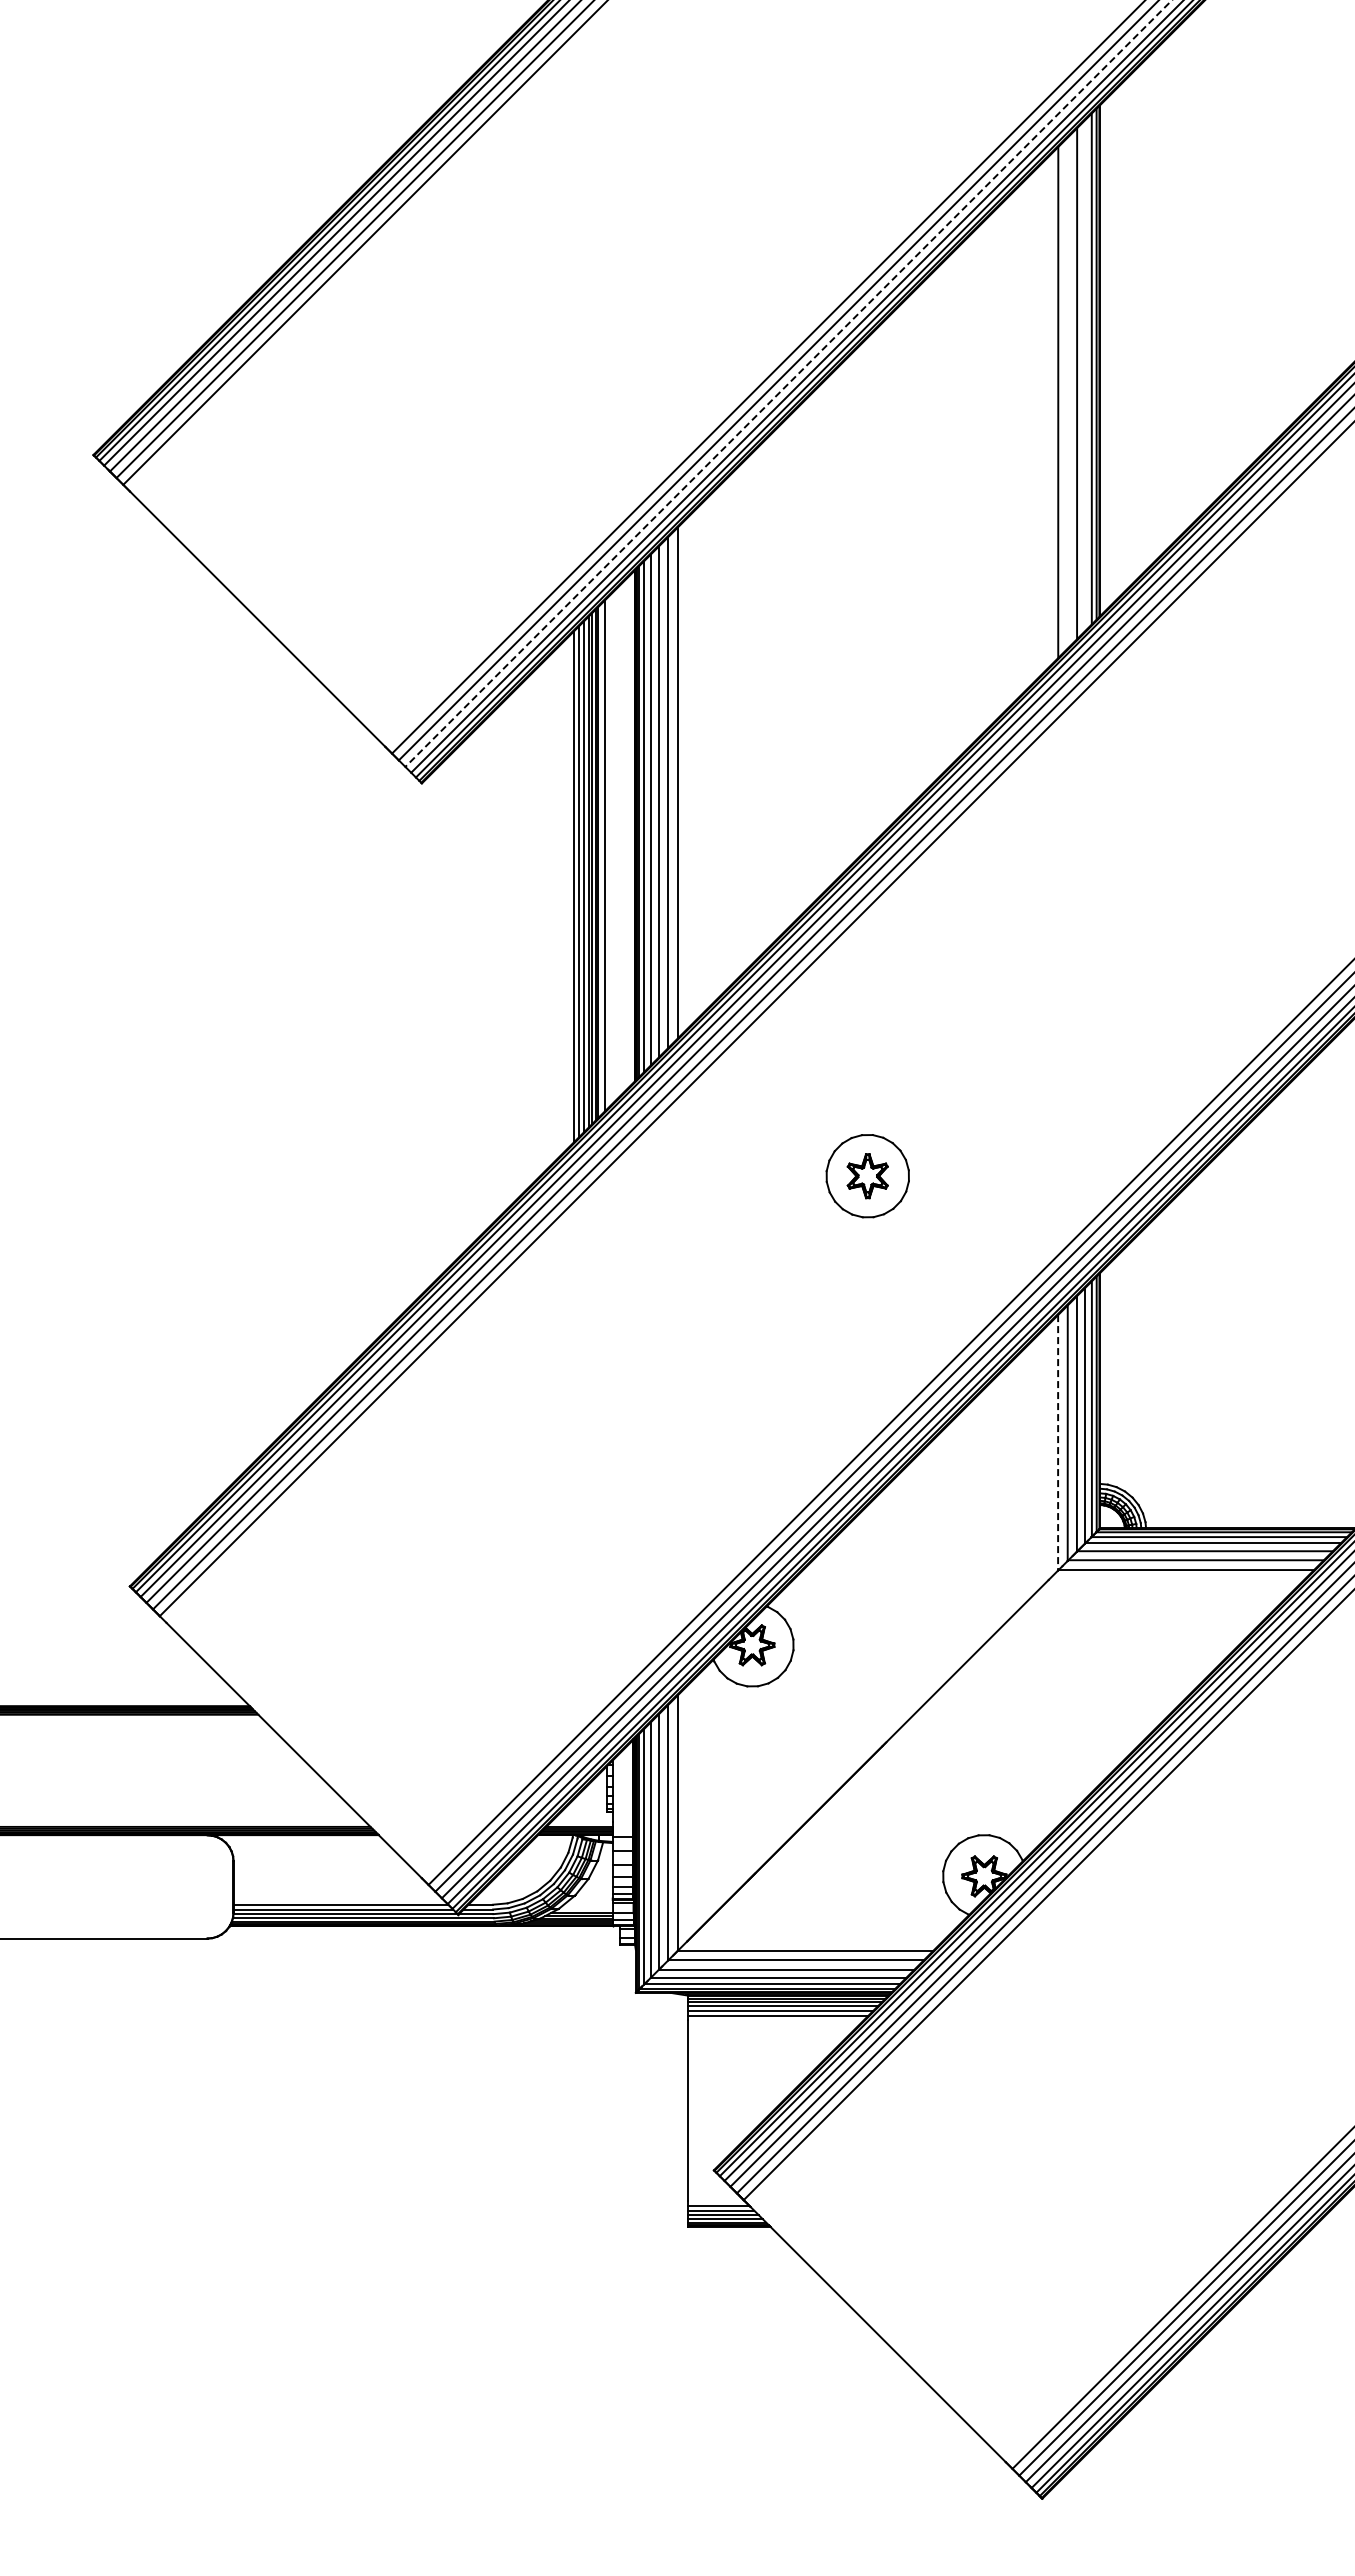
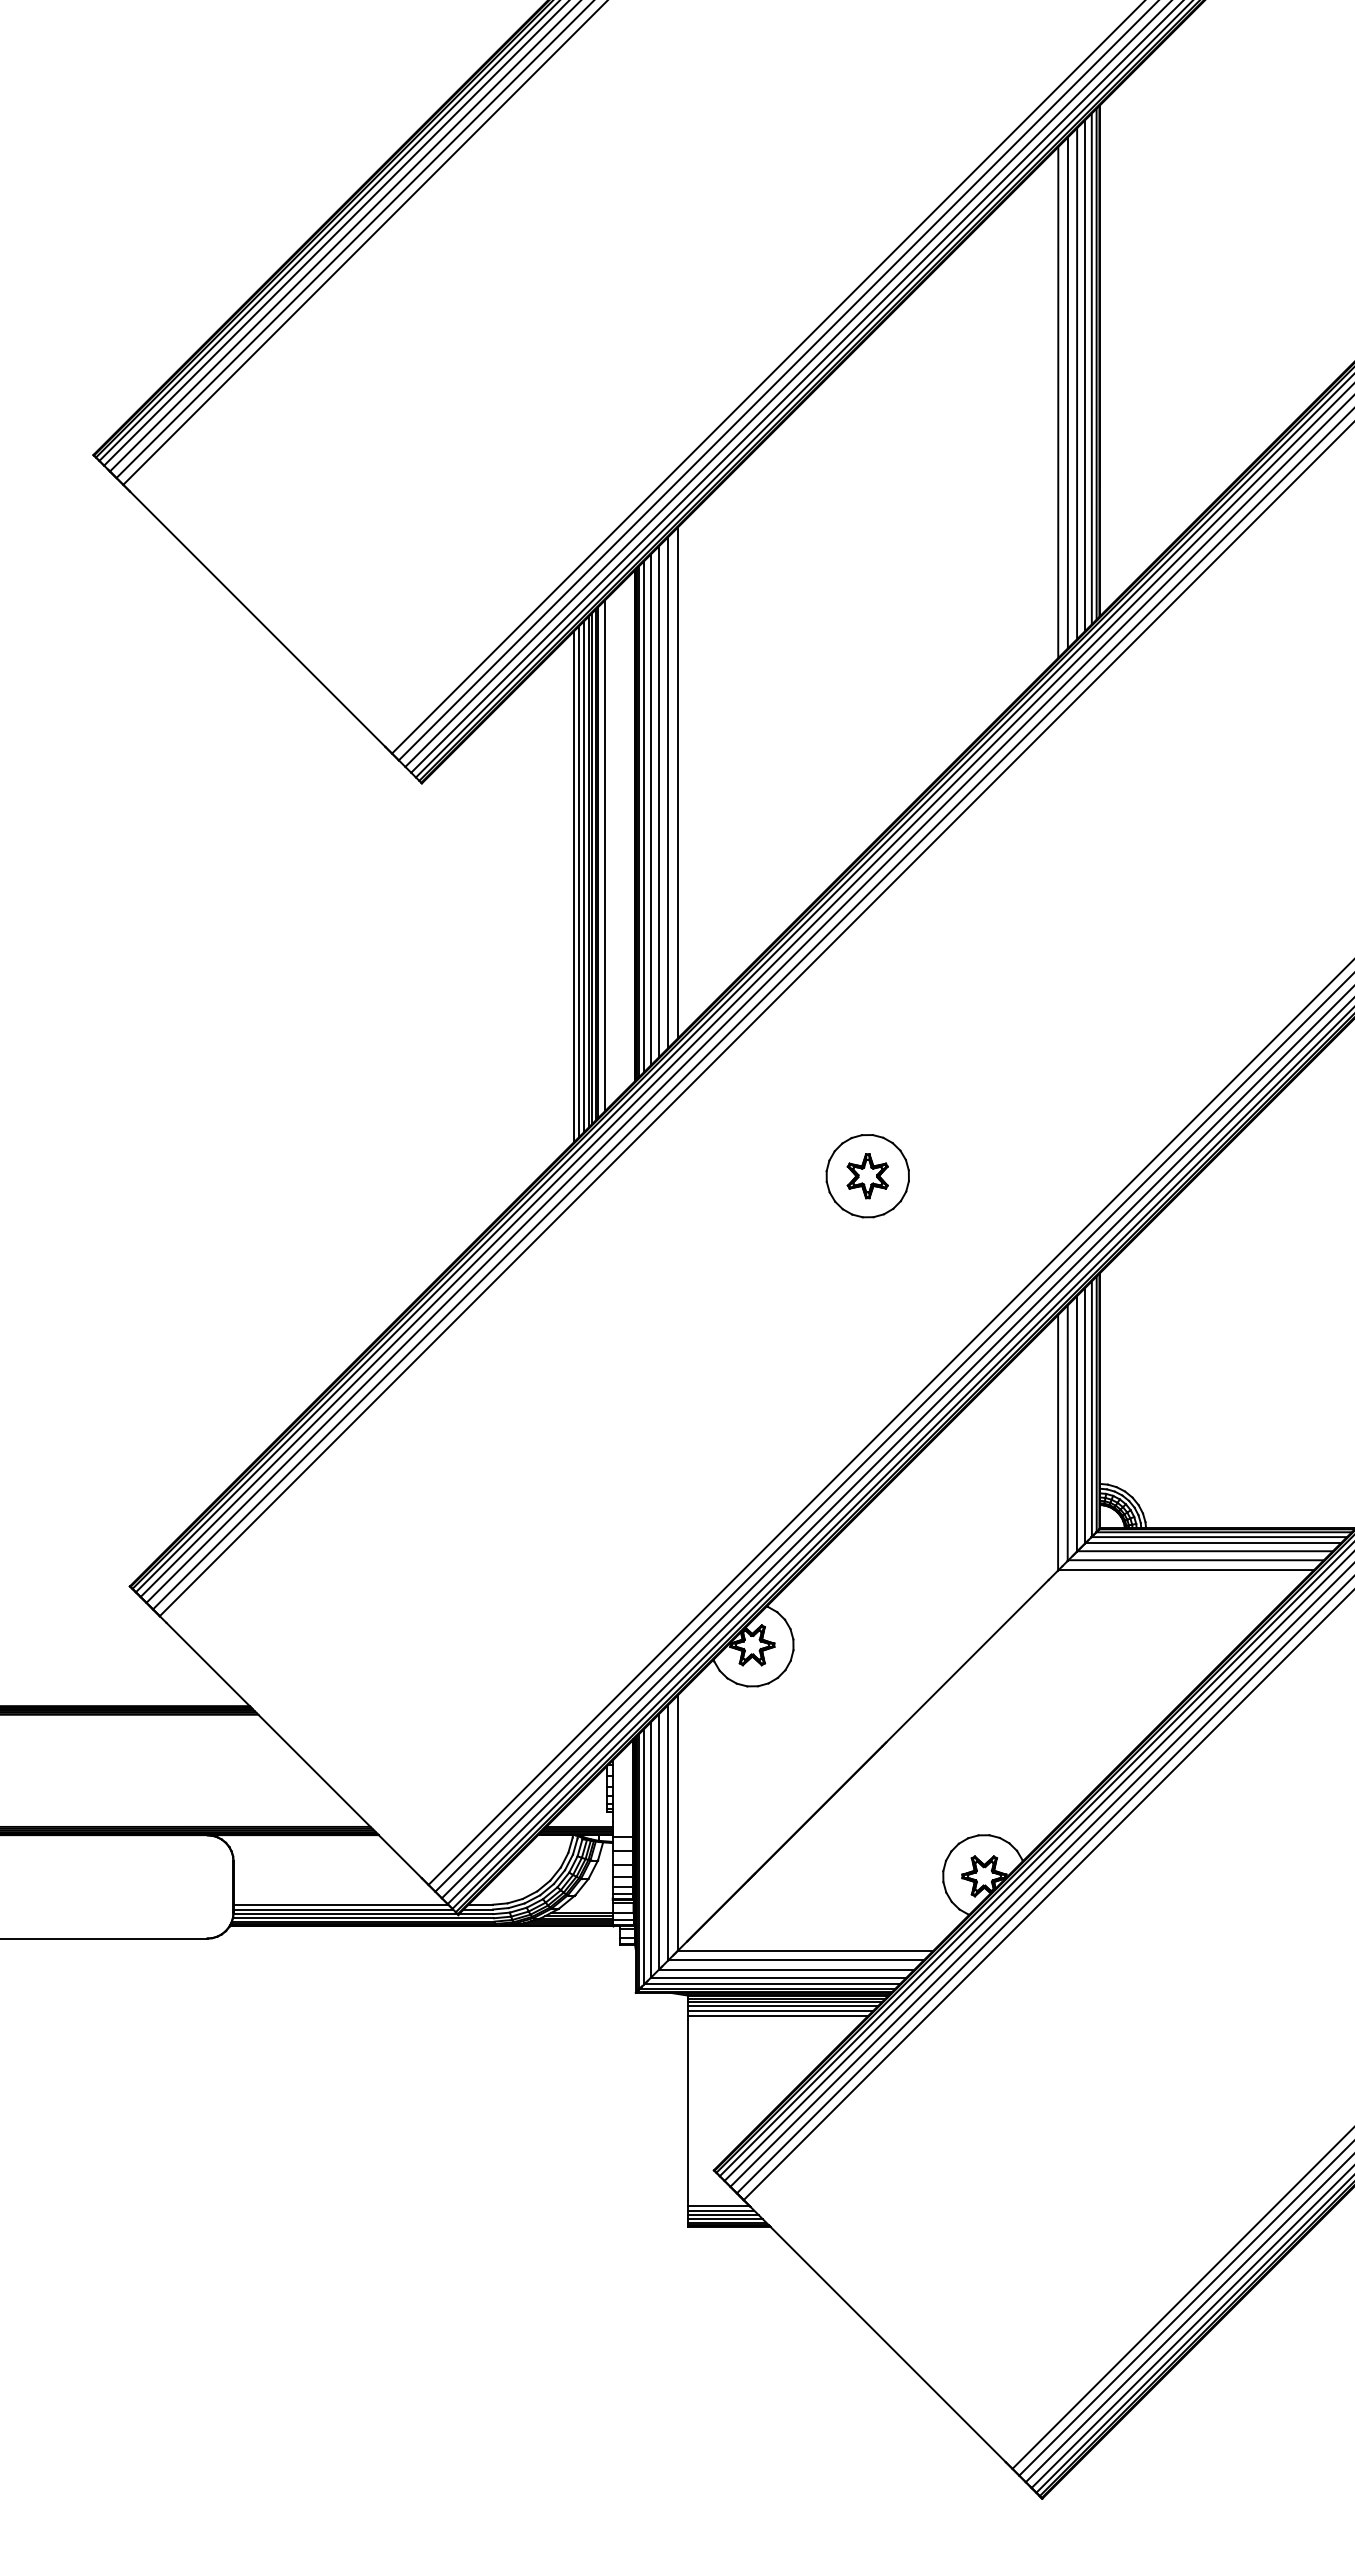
line at (1085, 375): none -> present
line at (788, 383): dashed -> solid
line at (1067, 392): none -> present
line at (1058, 1442): dashed -> solid
